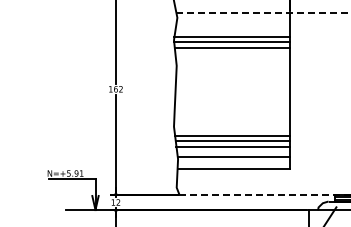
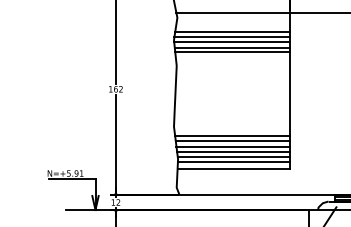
line at (263, 12): dashed -> solid
line at (232, 32): none -> present
line at (232, 51): none -> present
line at (233, 151): none -> present
line at (233, 162): none -> present
line at (265, 194): dashed -> solid
